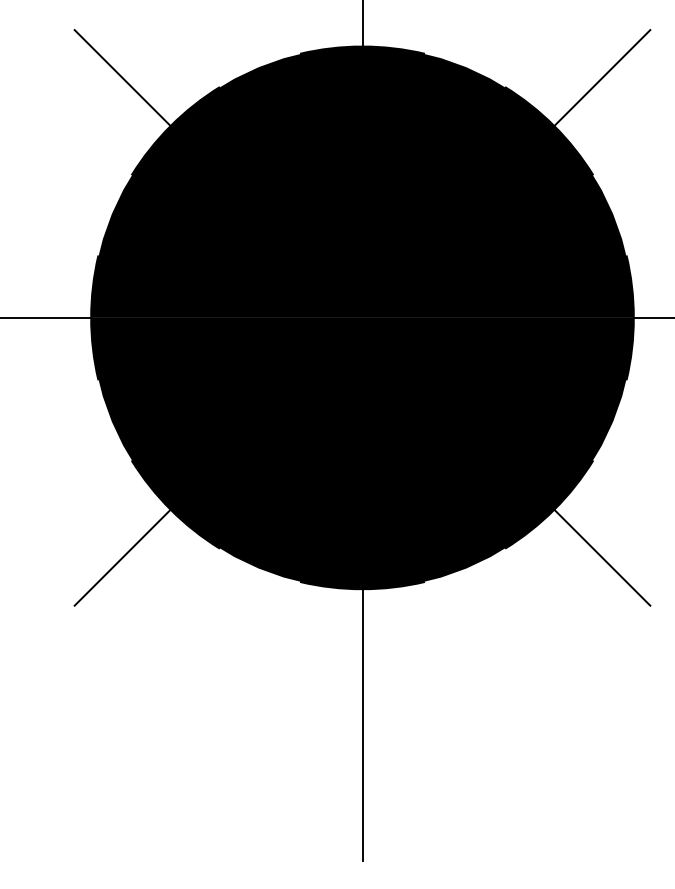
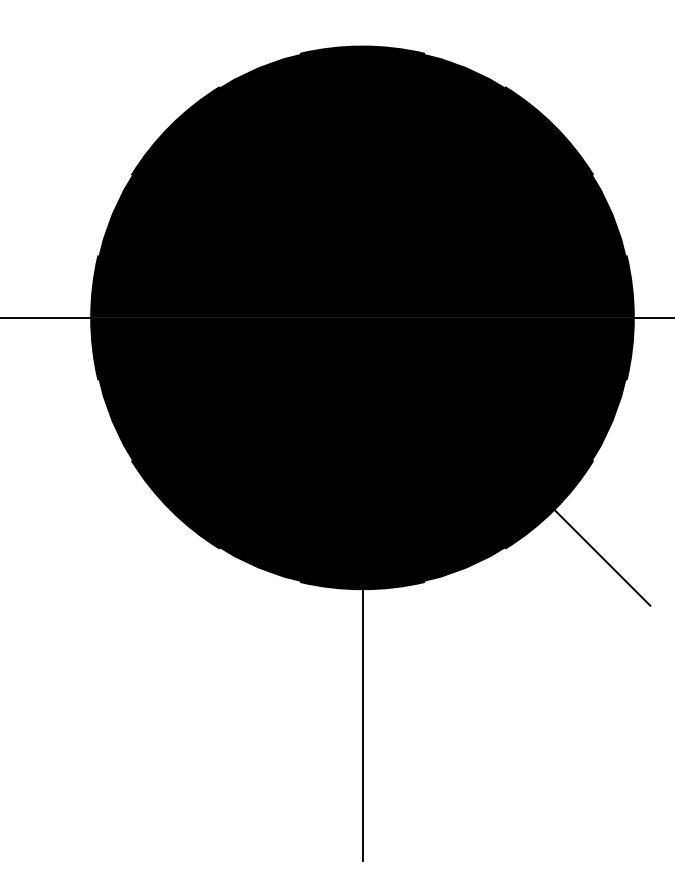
line at (362, 24): present -> none
line at (122, 78): present -> none
line at (602, 78): present -> none
line at (122, 557): present -> none
